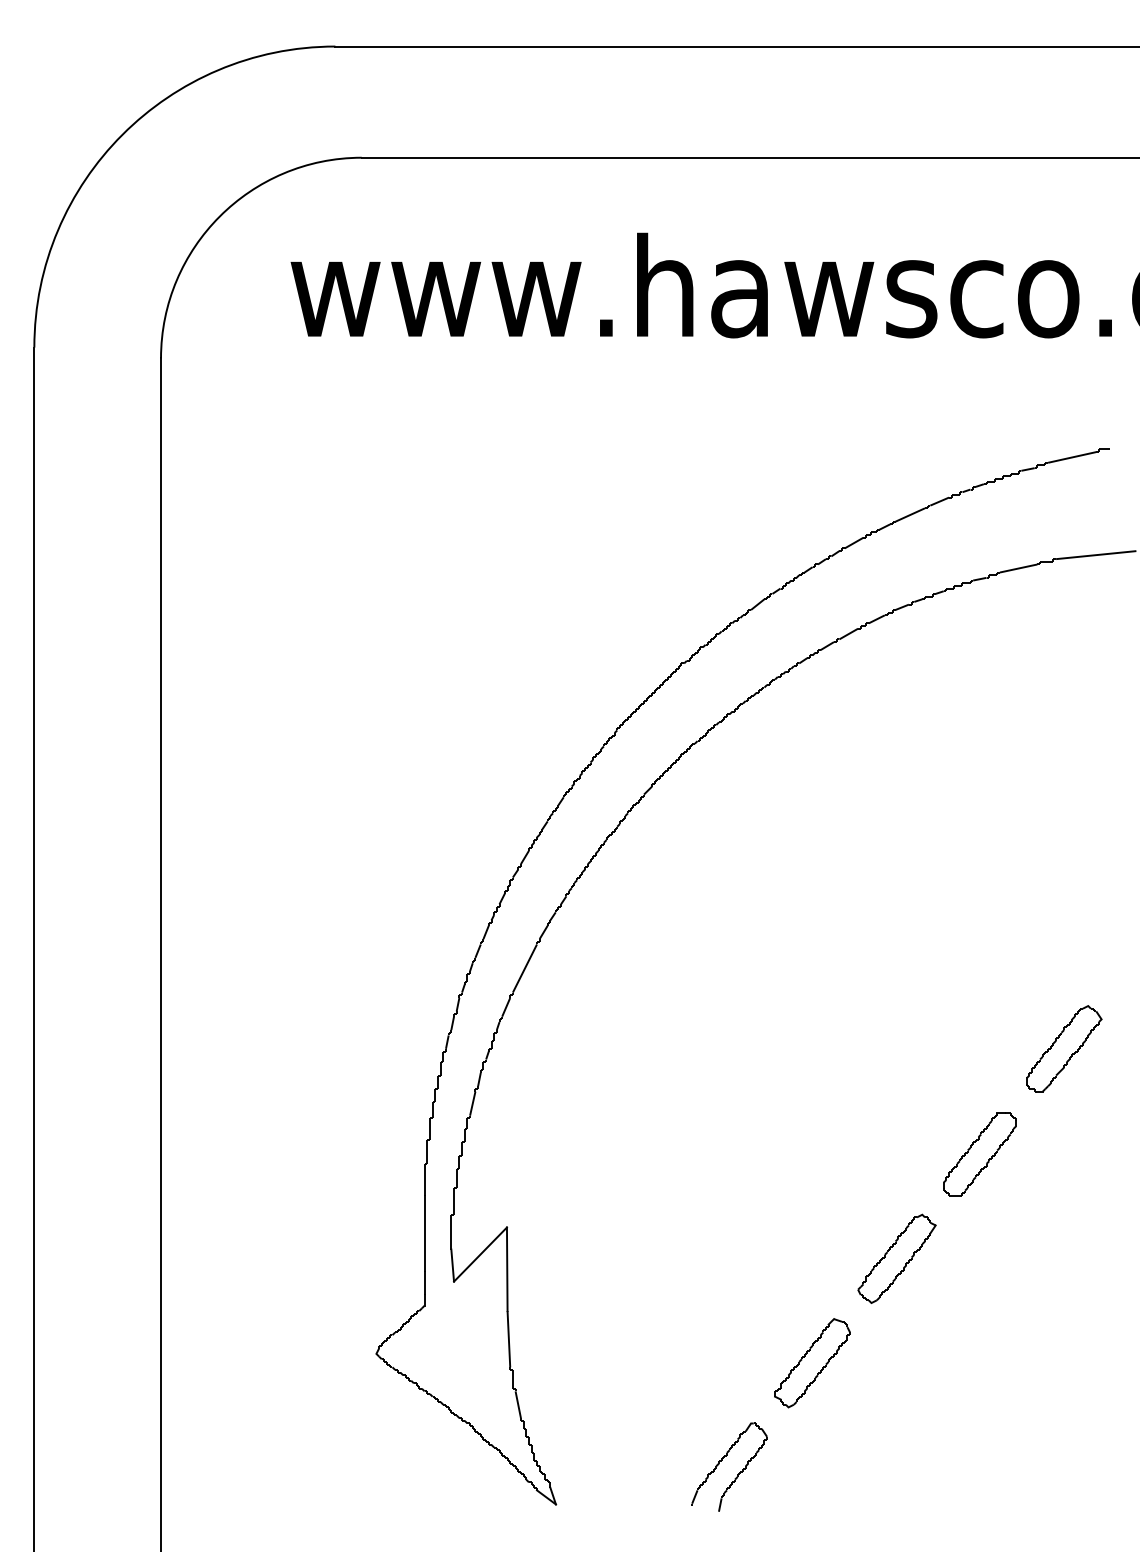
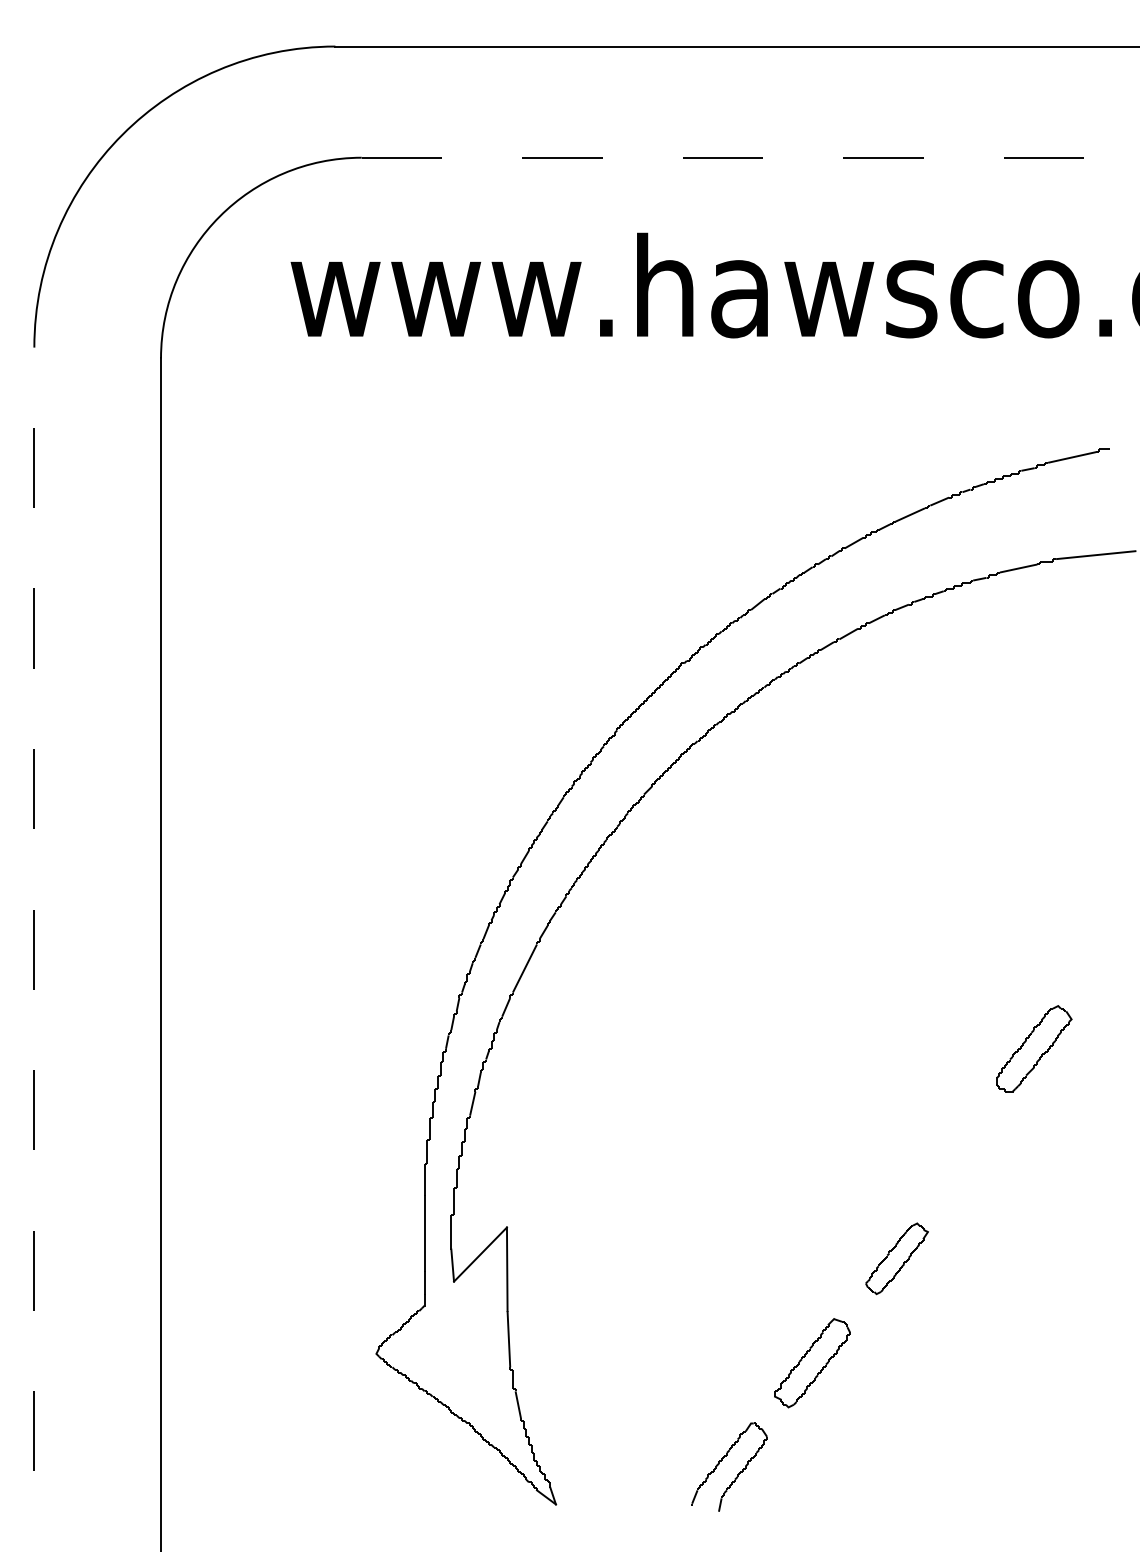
line at (750, 157): solid -> dashed
line at (34, 949): solid -> dashed
part at (1064, 1048) position: (1064, 1048) -> (1034, 1048)
part at (979, 1154): present -> none
part at (896, 1258) size: 80x91 px -> 64x74 px
